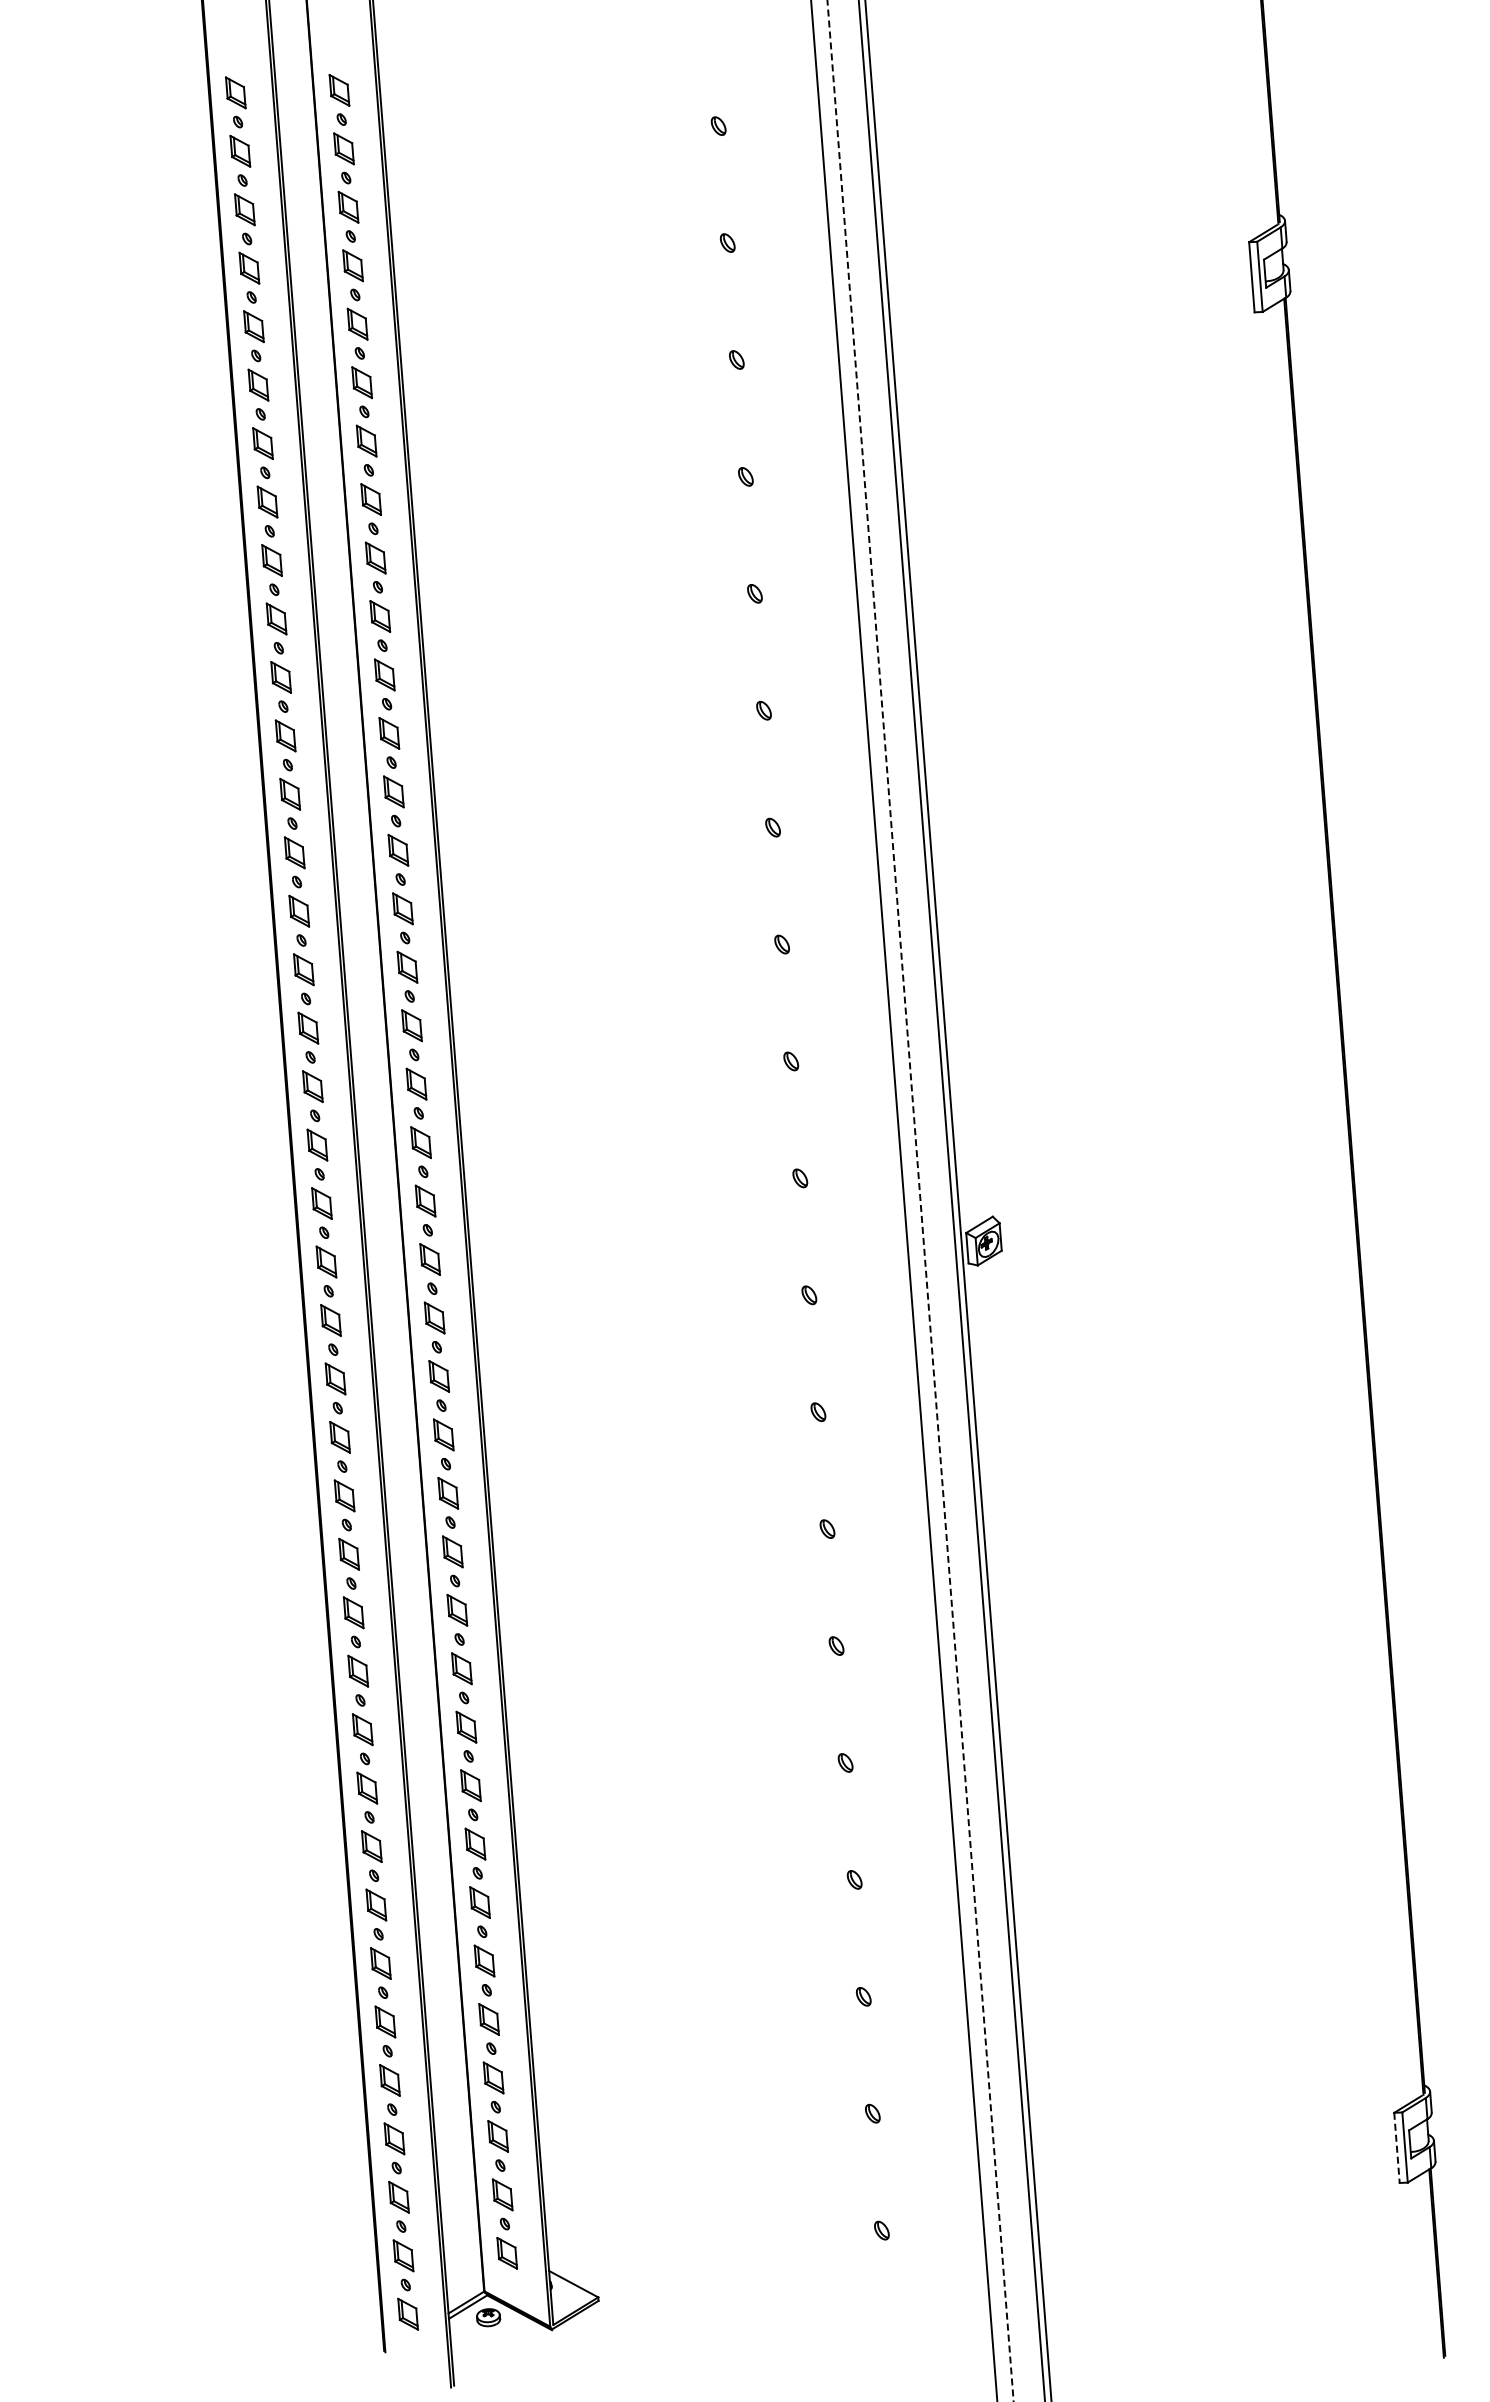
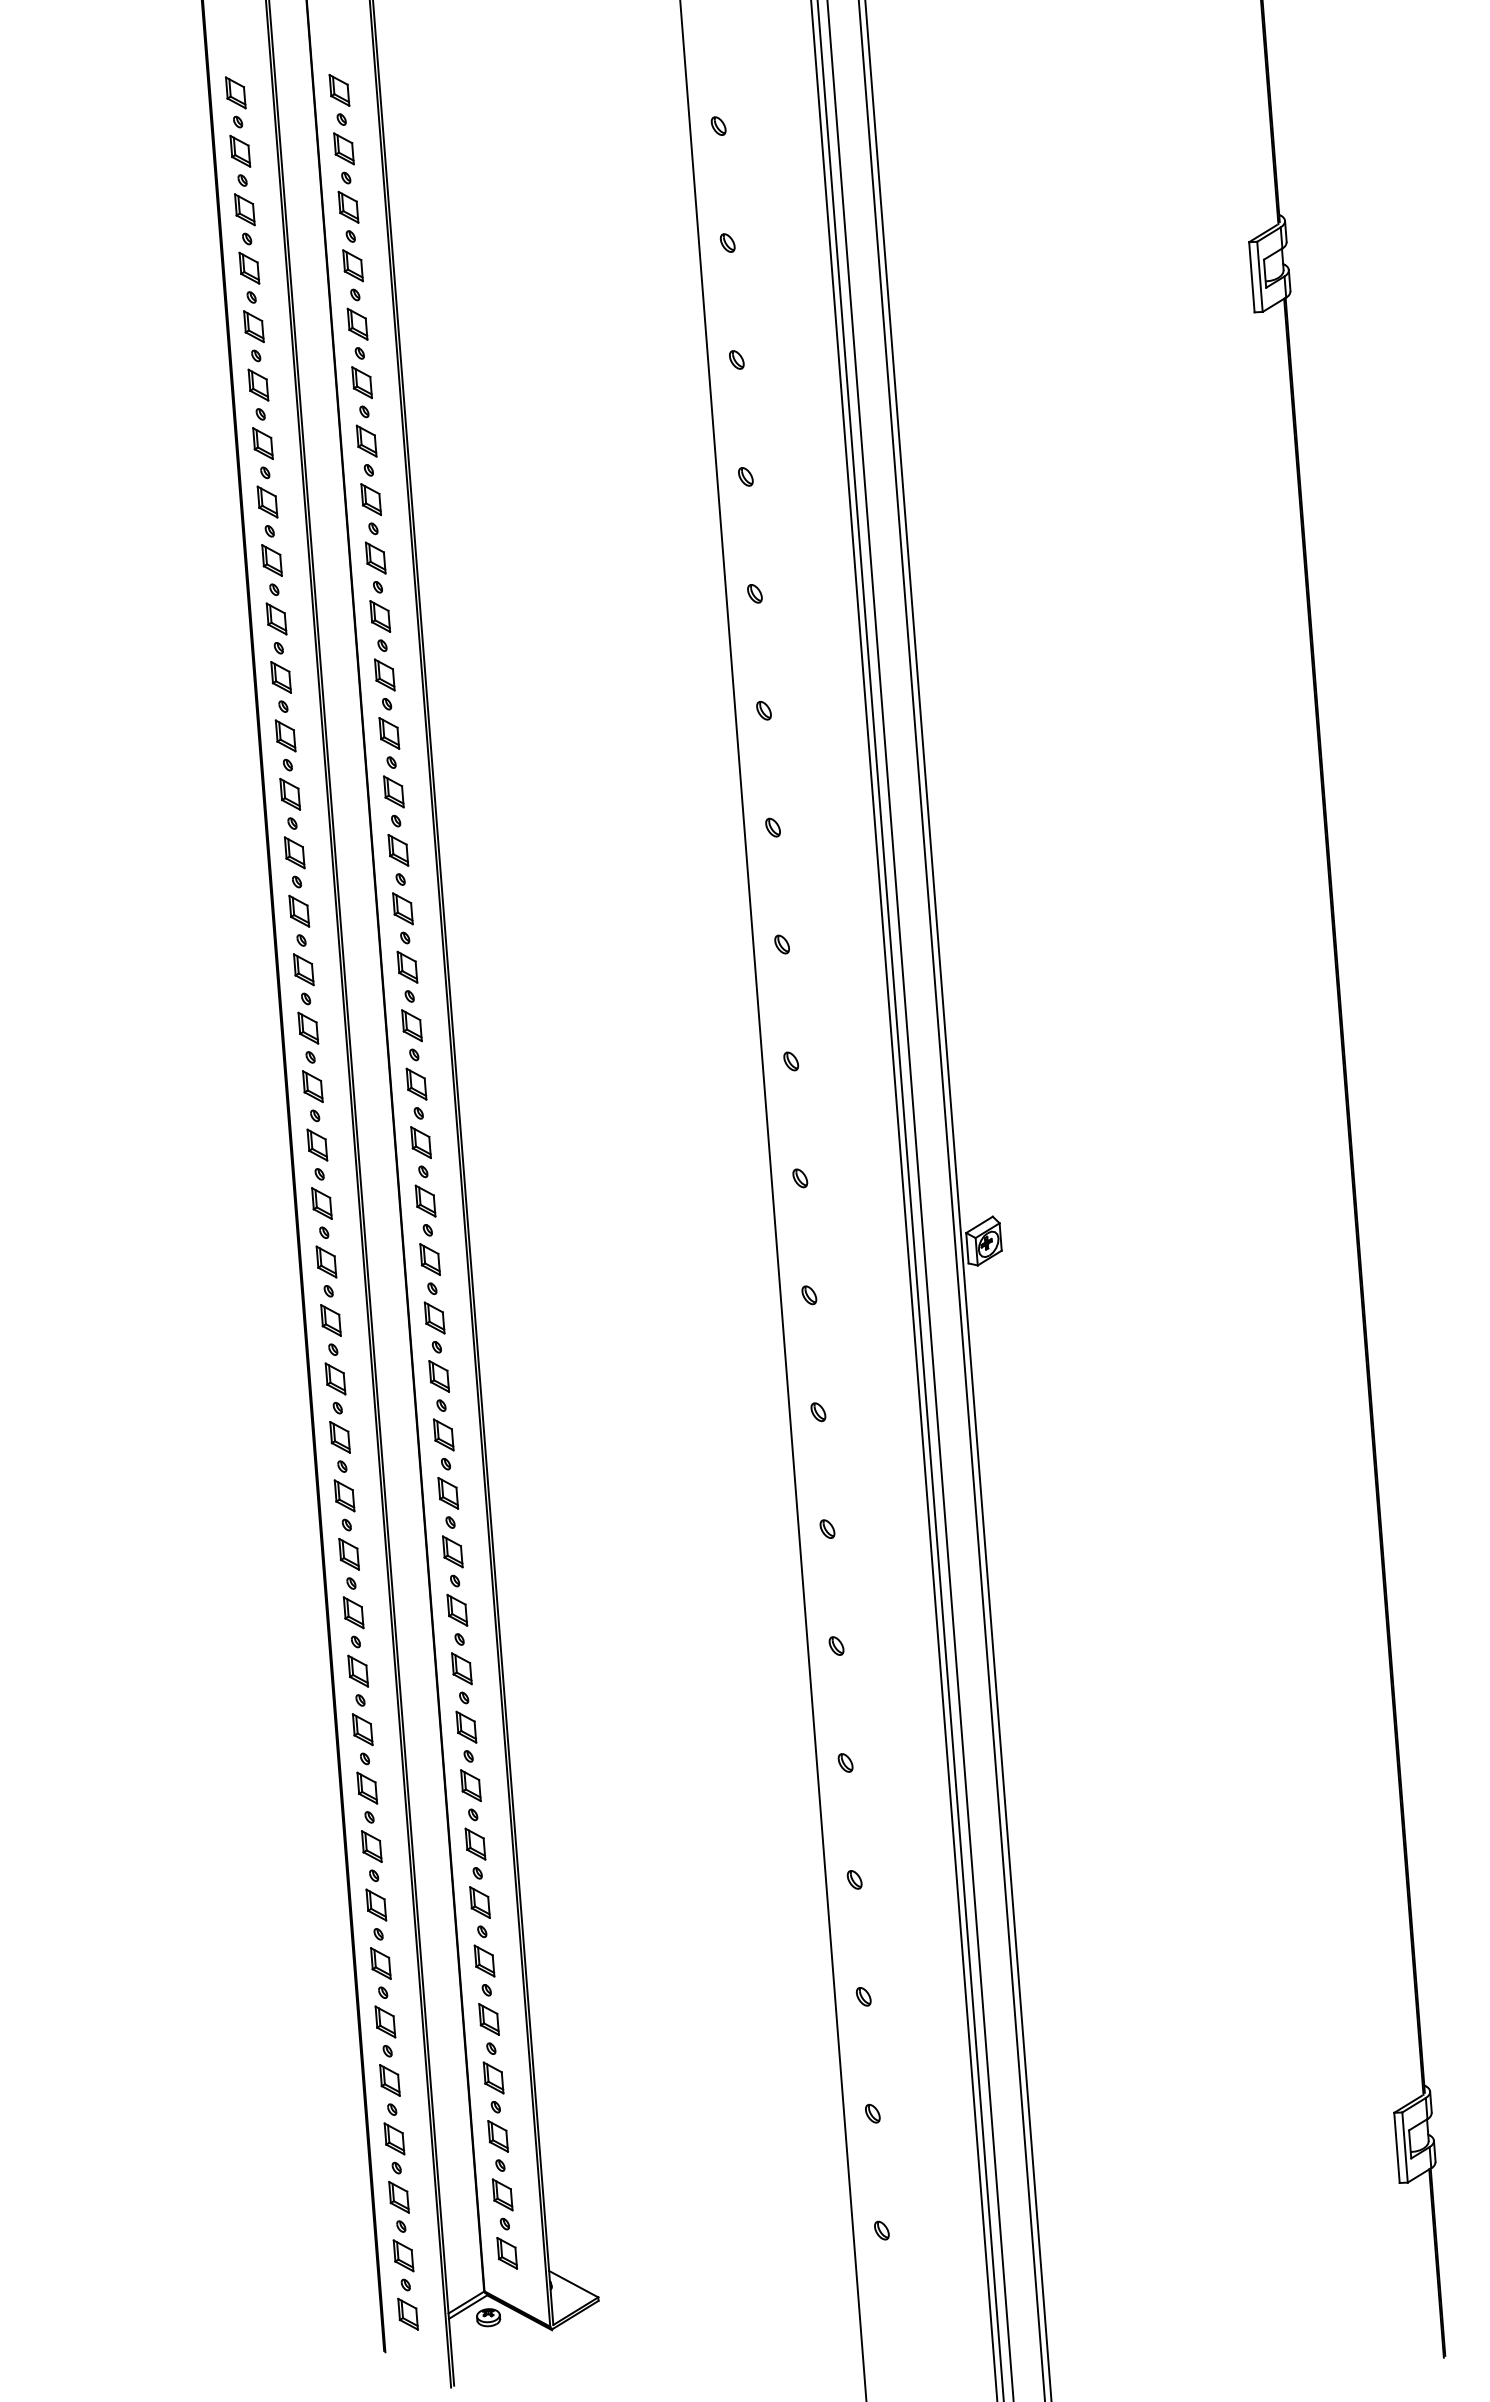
line at (773, 1200): none -> present
line at (910, 1200): none -> present
line at (920, 1200): dashed -> solid
line at (1397, 2148): dashed -> solid
